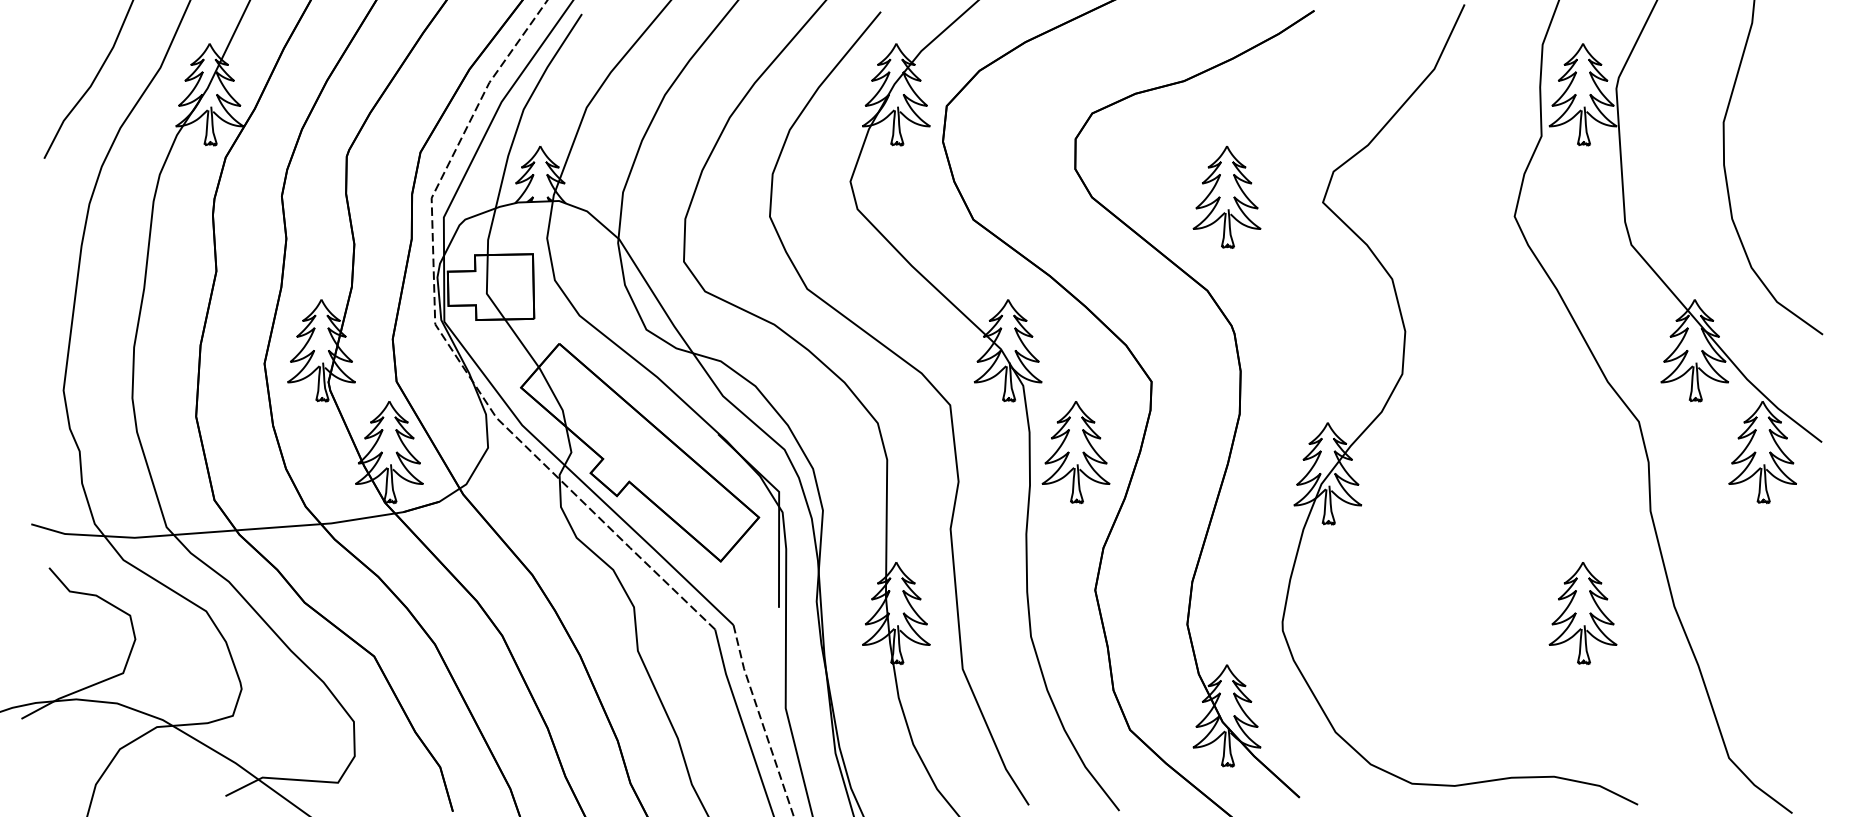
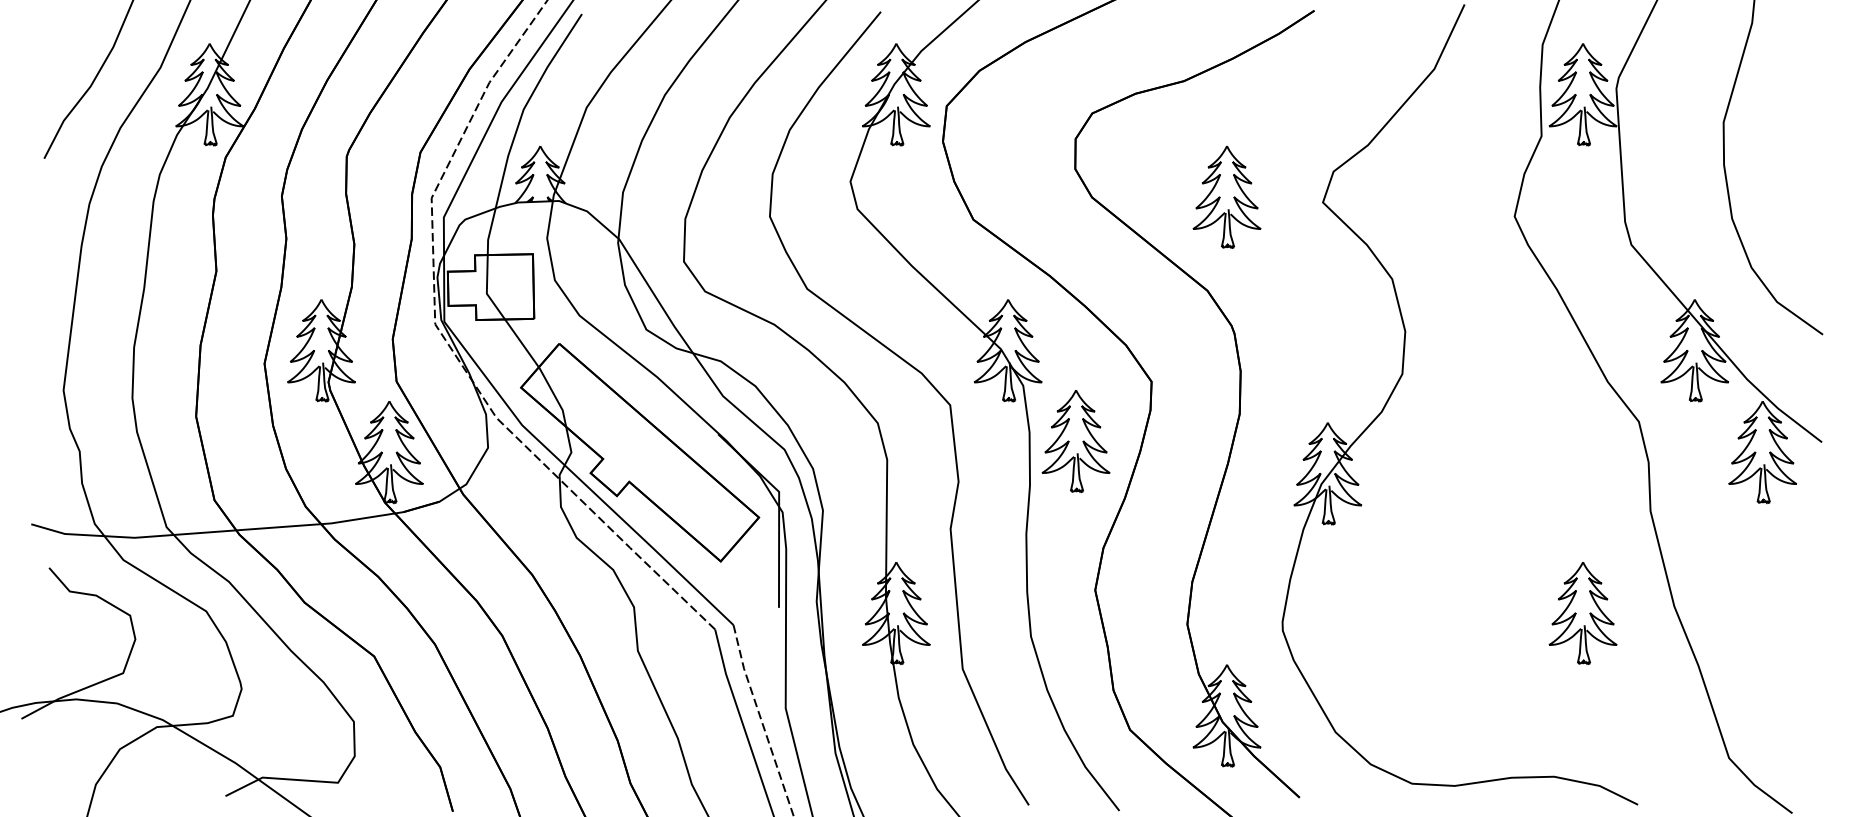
part at (1075, 452) position: (1075, 452) -> (1075, 441)
